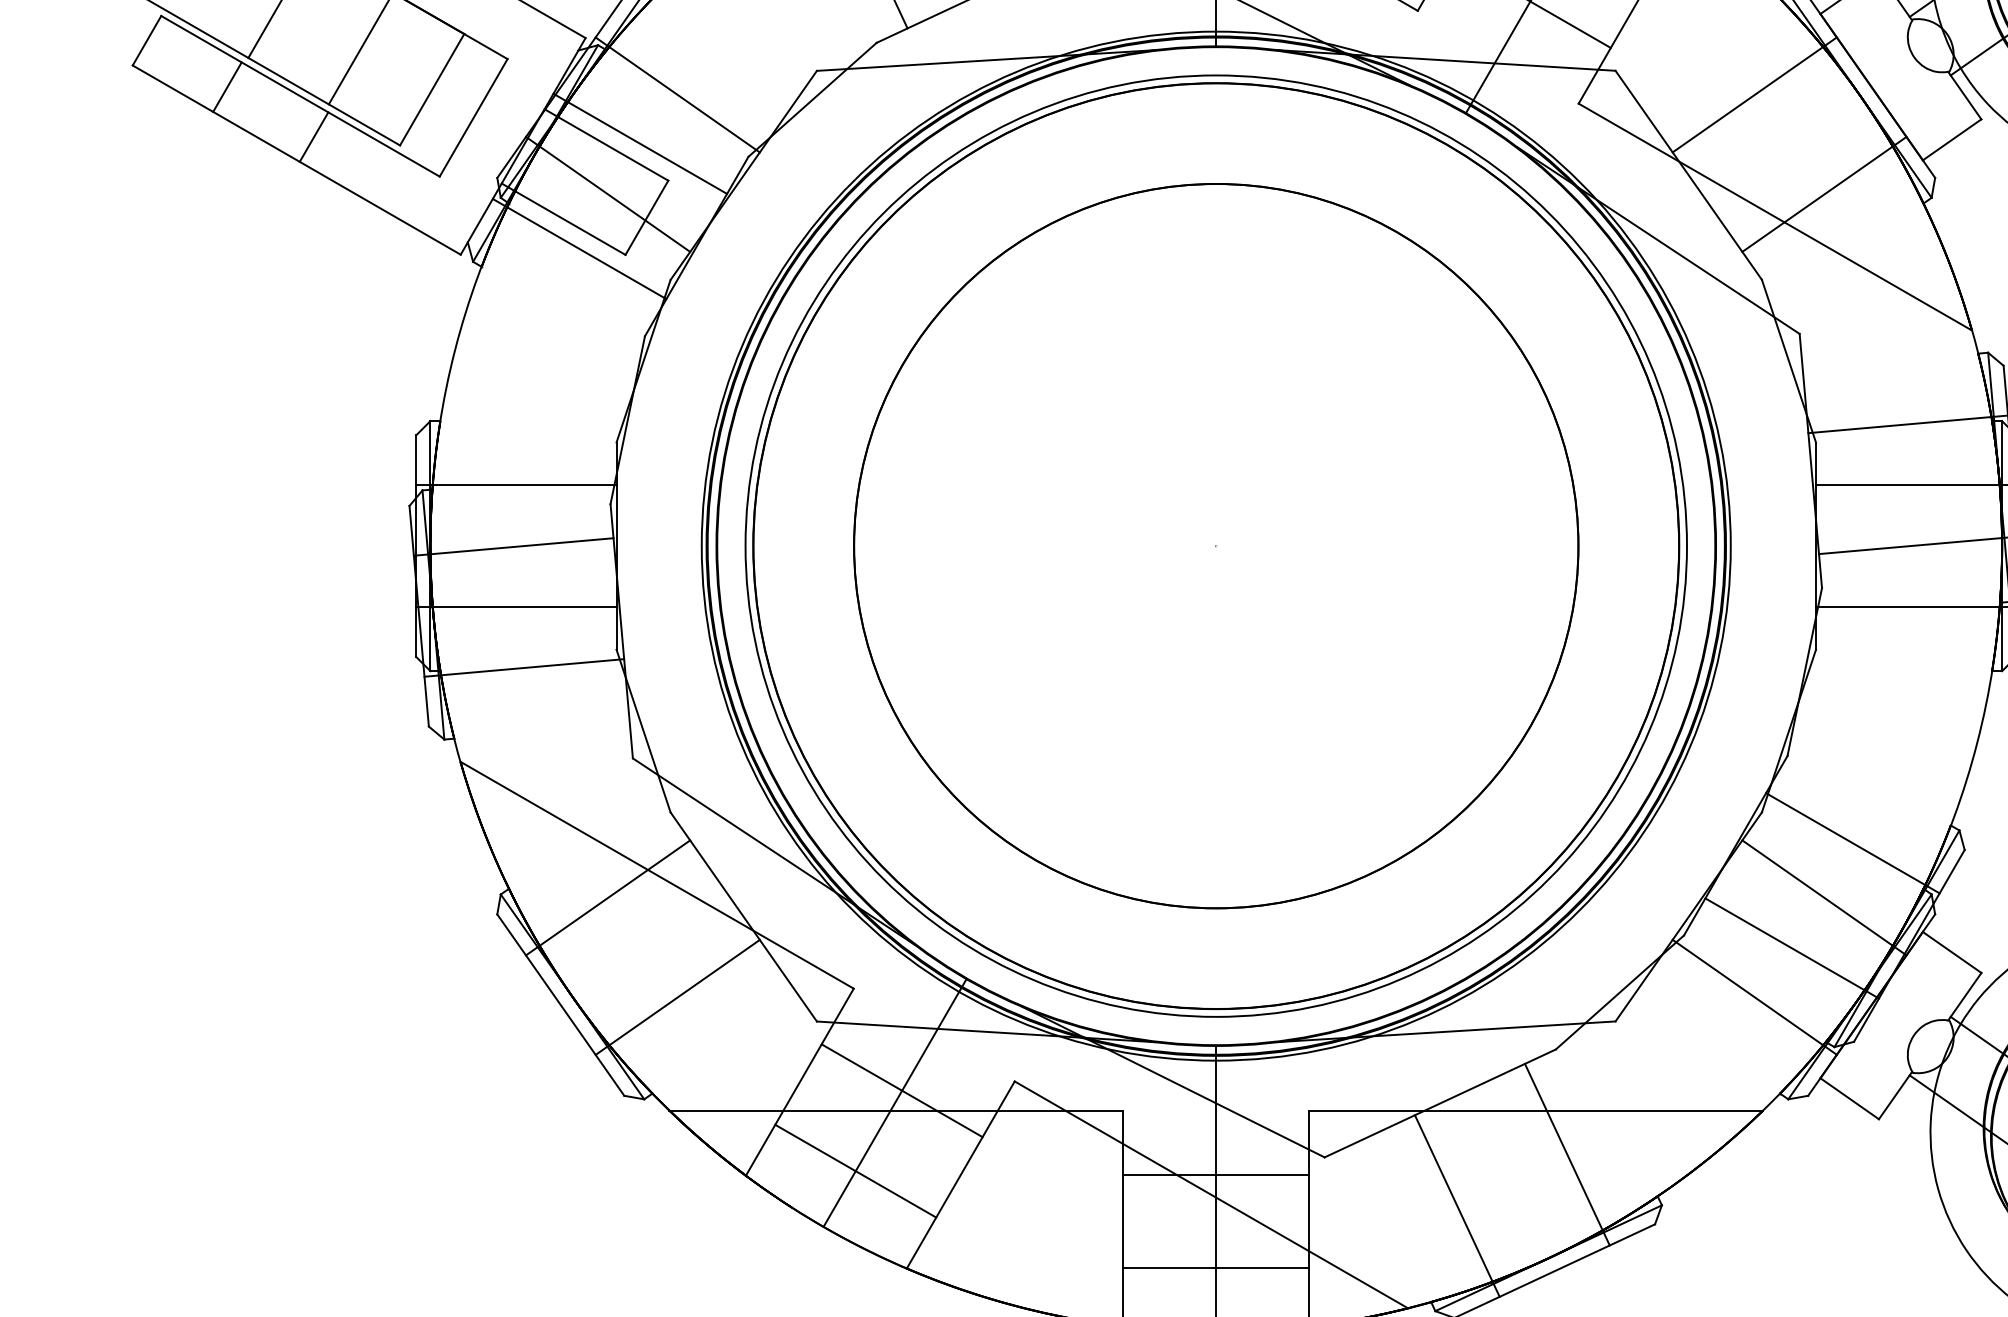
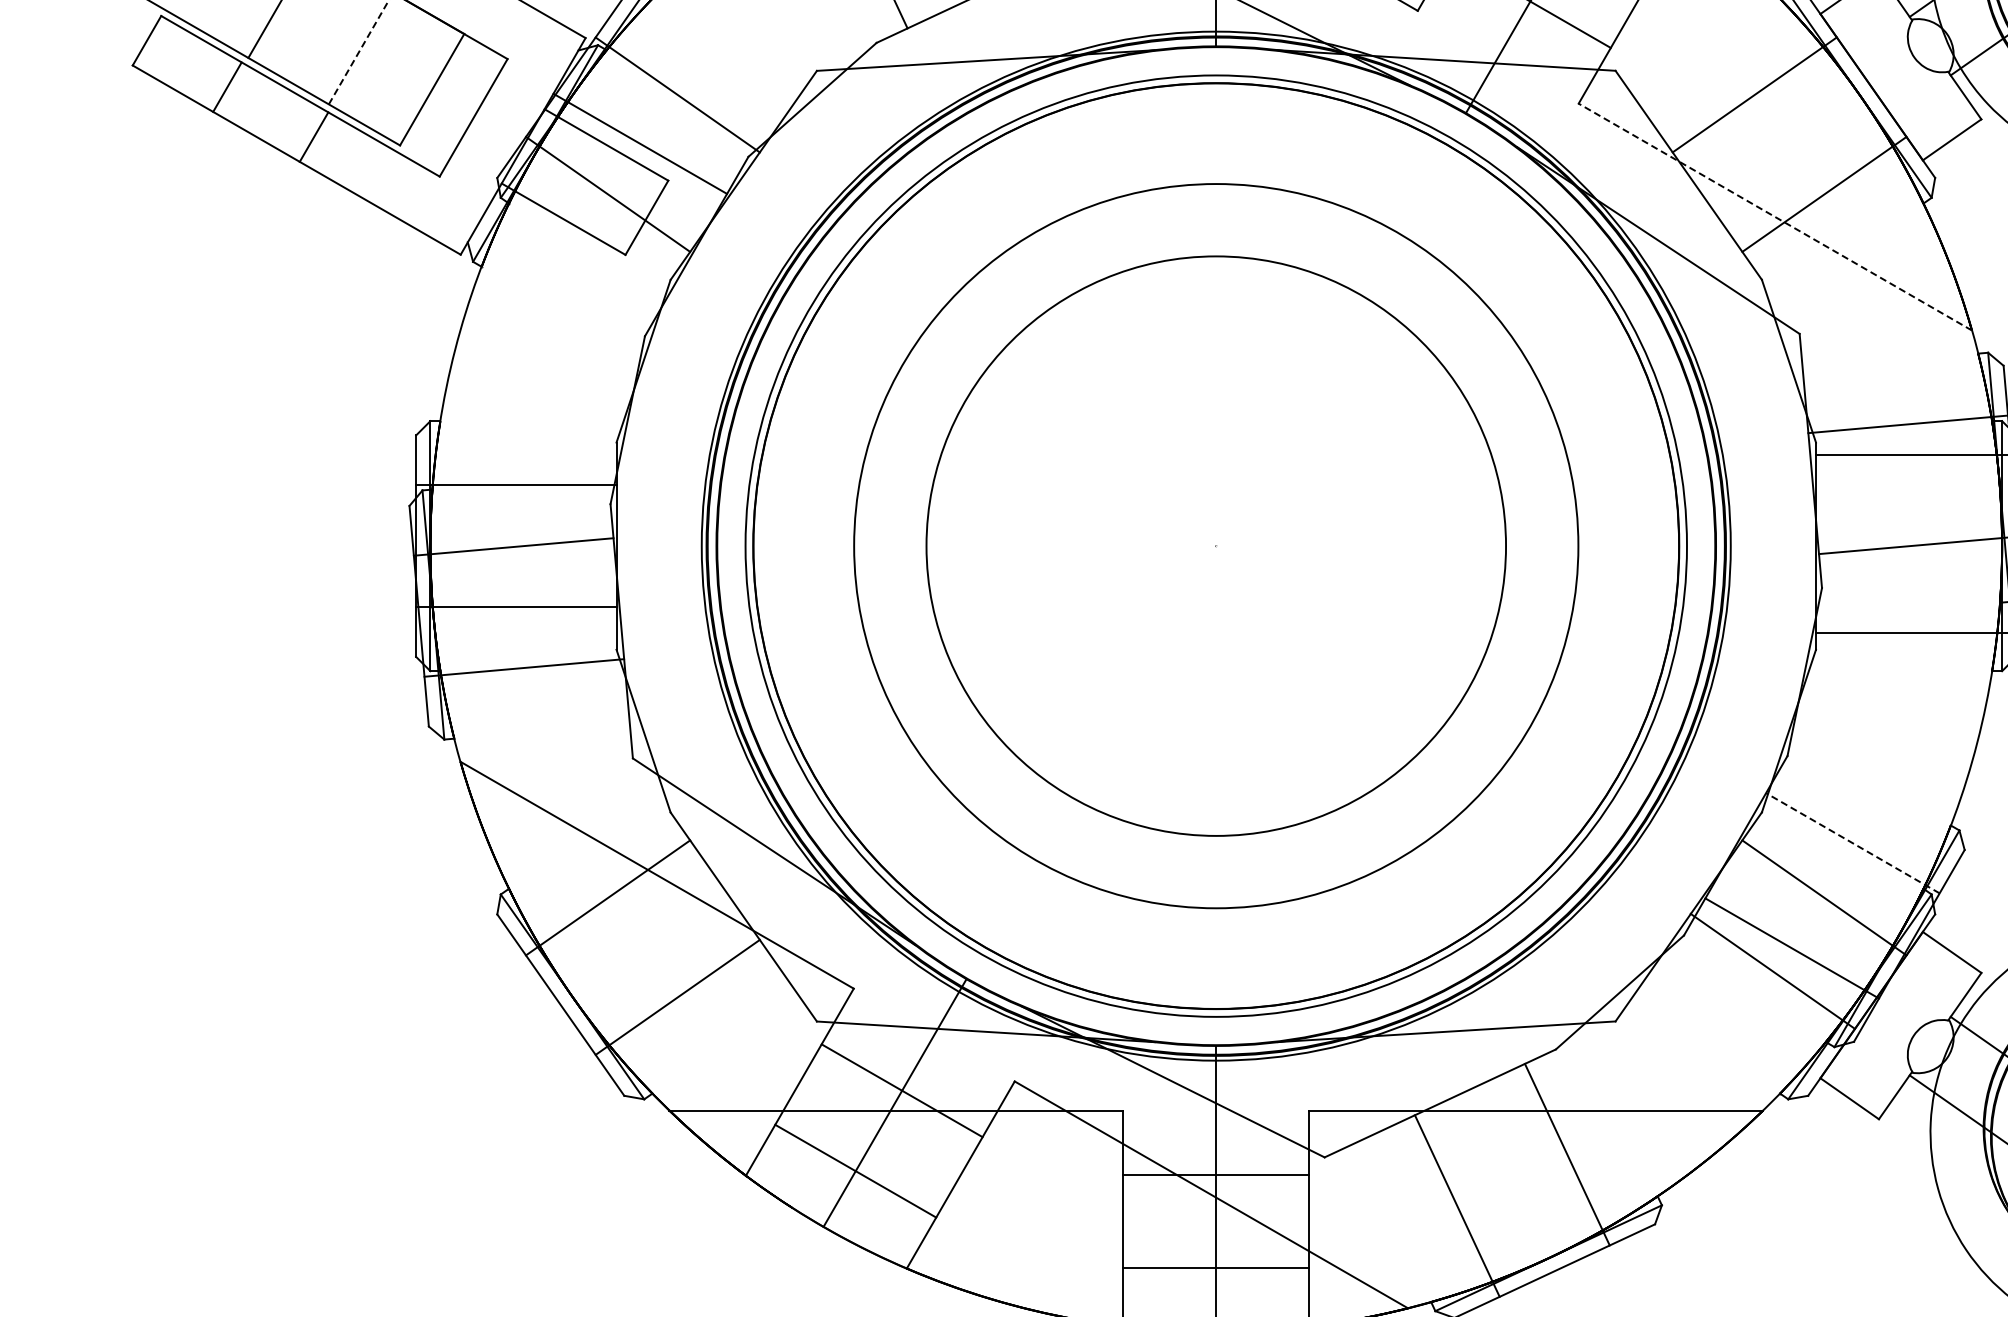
line at (358, 52): solid -> dashed
line at (1775, 217): solid -> dashed
line at (579, 248): present -> none
line at (1910, 485) position: (1910, 485) -> (1910, 455)
circle at (1216, 545) diameter: 724 px -> 580 px
line at (1910, 606) position: (1910, 606) -> (1910, 632)
line at (1852, 843): solid -> dashed
line at (1754, 996) position: (1754, 996) -> (1772, 970)
